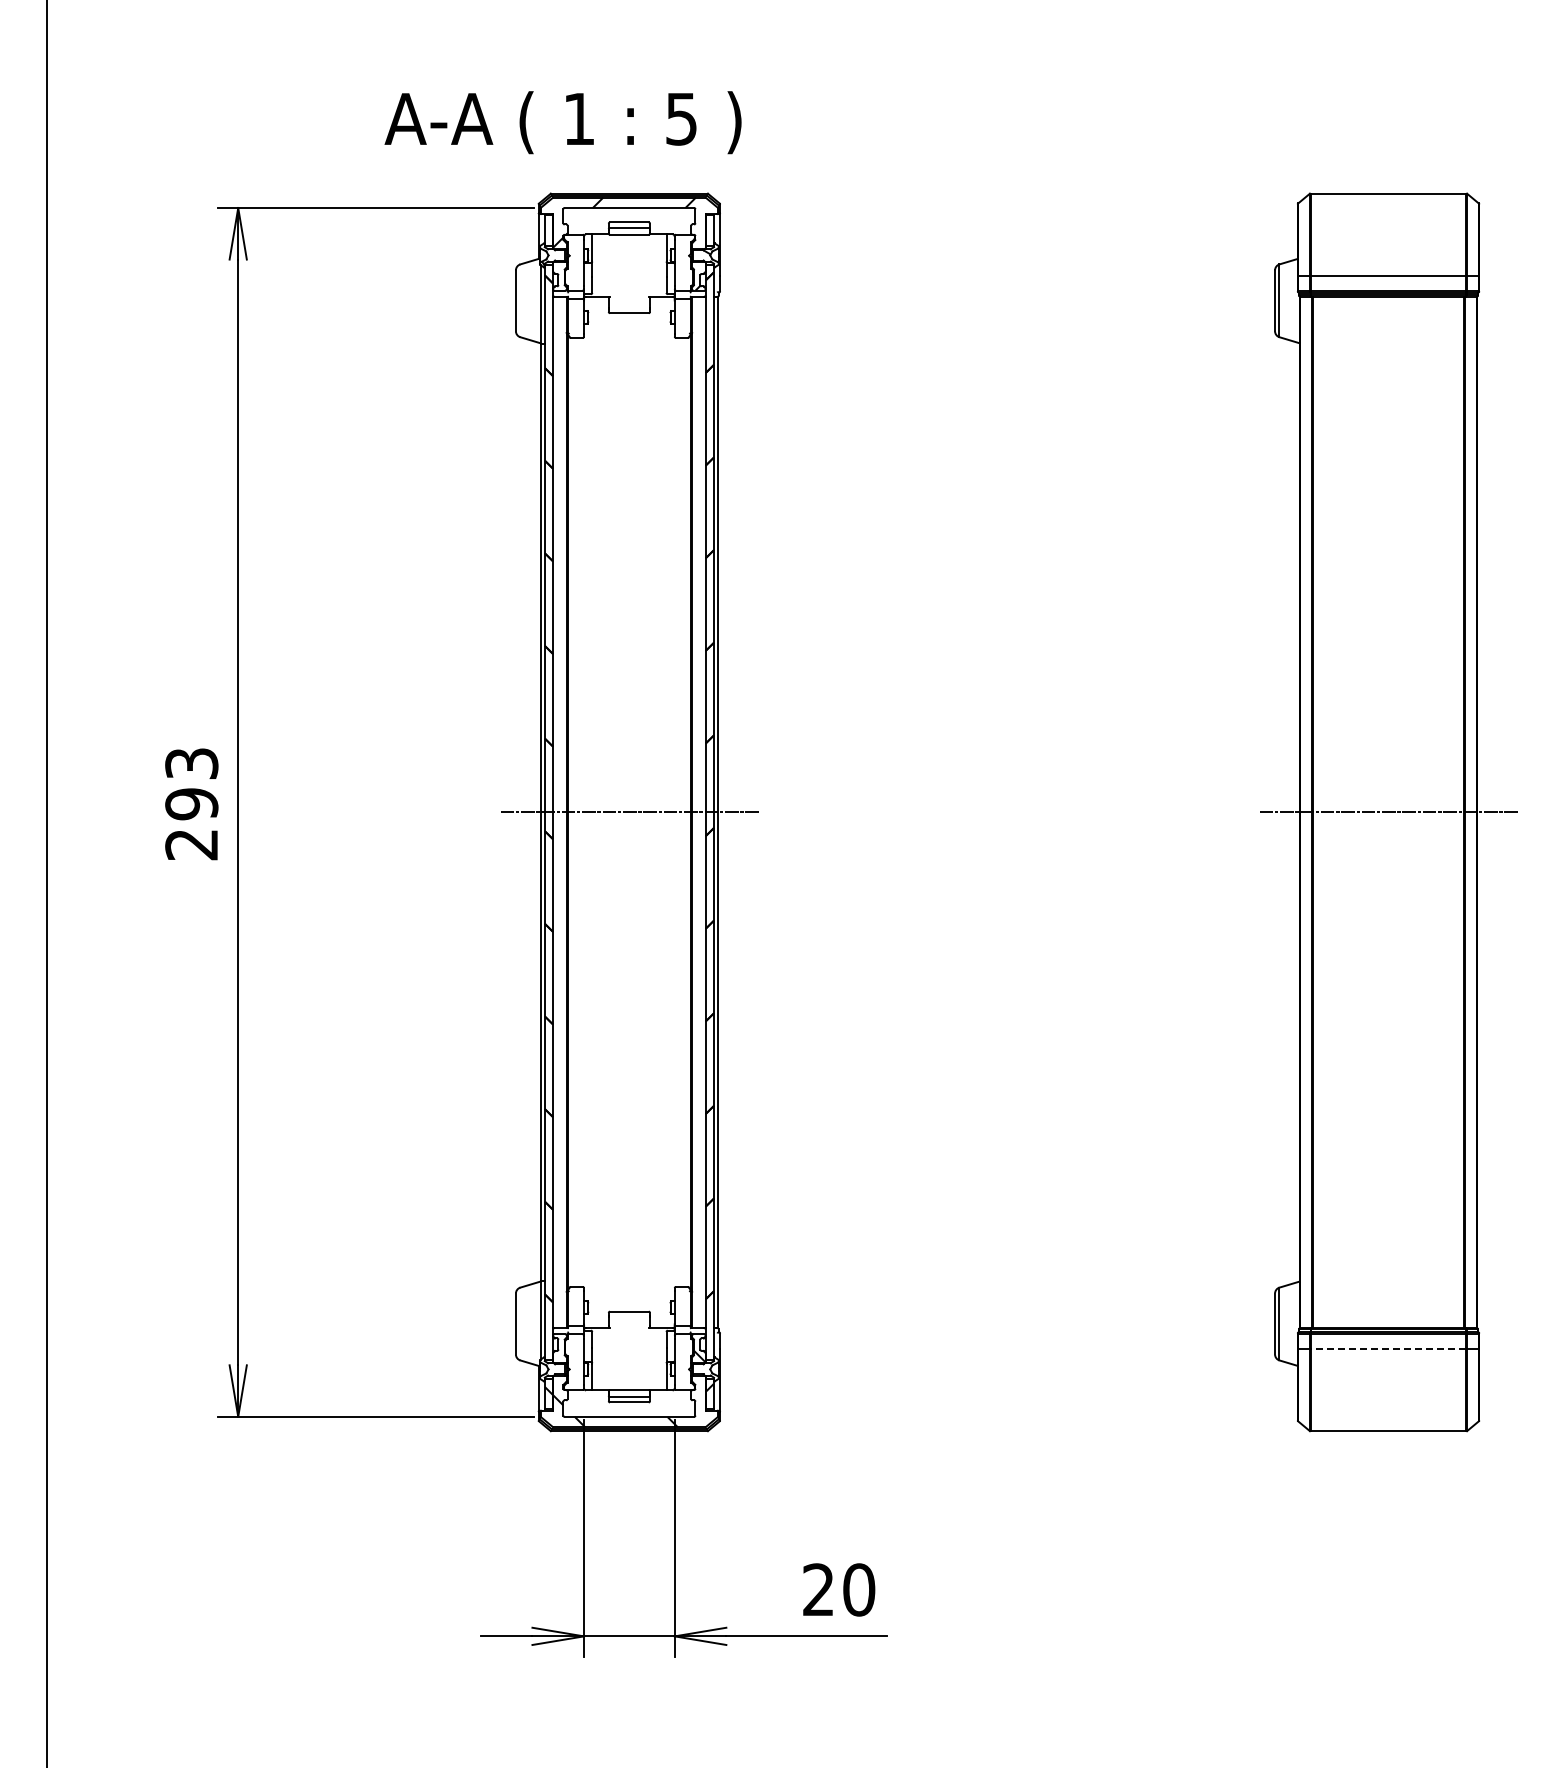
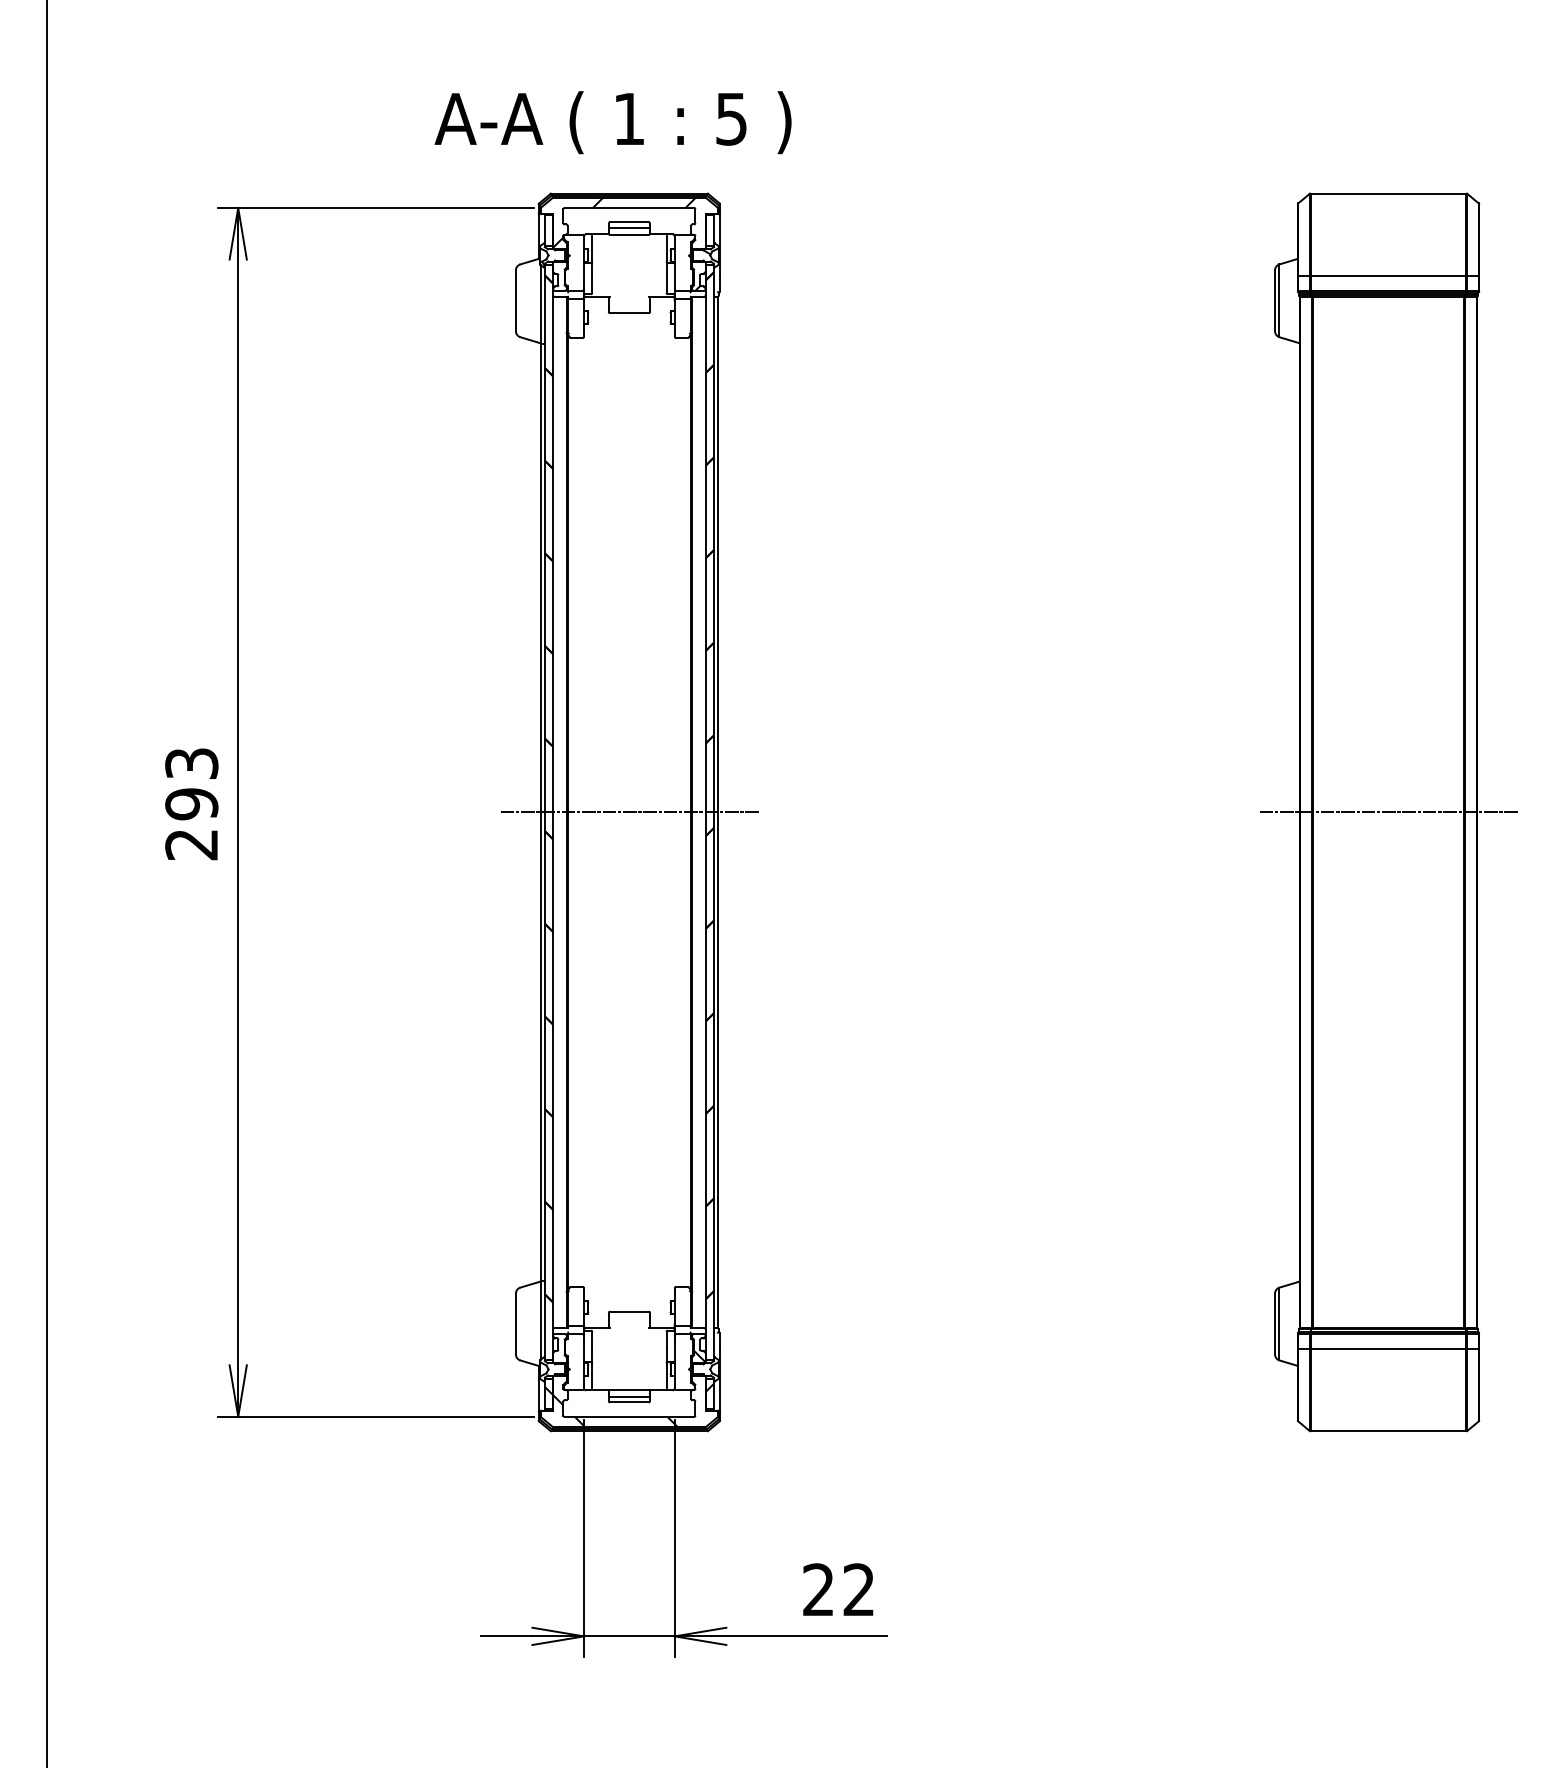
text at (562, 122) position: (562, 122) -> (612, 122)
line at (1388, 1348): dashed -> solid
text at (859, 1589): 20 -> 22
